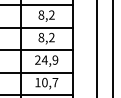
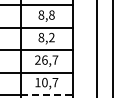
text at (51, 14): 8,2 -> 8,8
text at (49, 59): 24,9 -> 26,7
line at (46, 95): solid -> dashed
